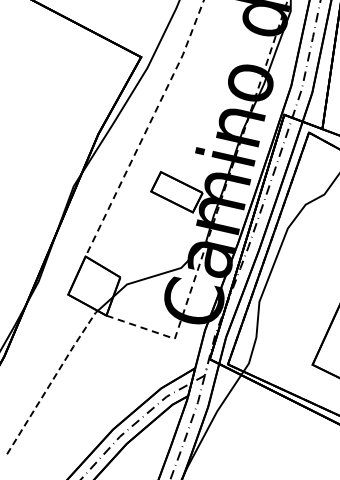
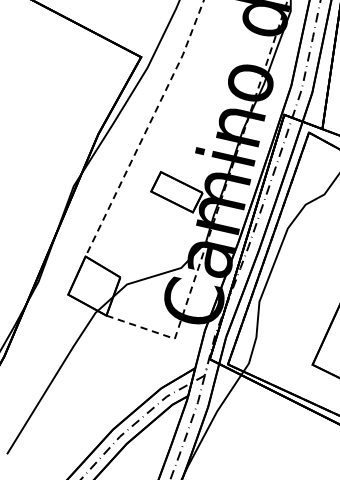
line at (52, 380): dashed -> solid
